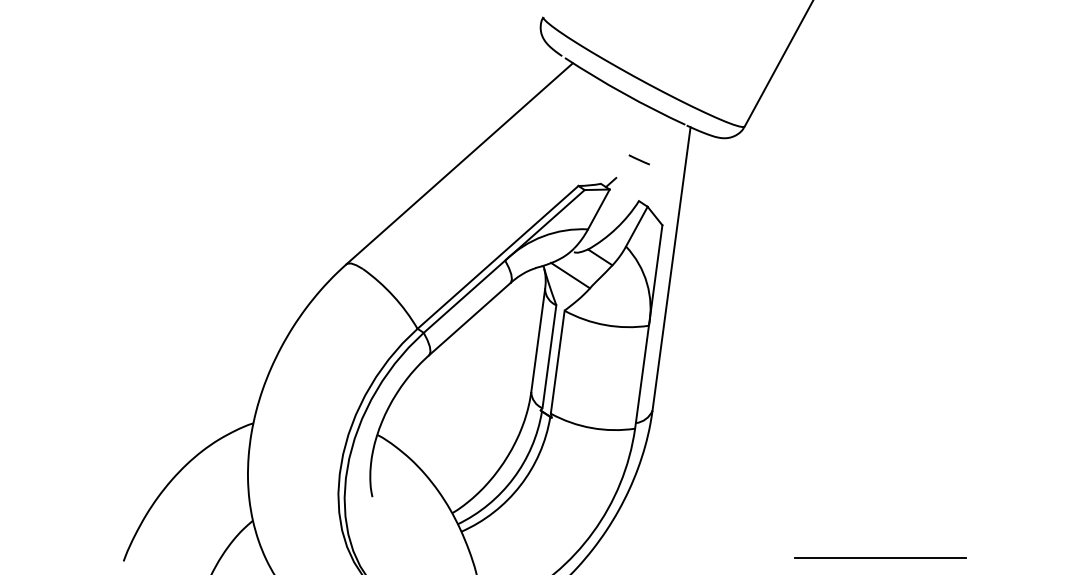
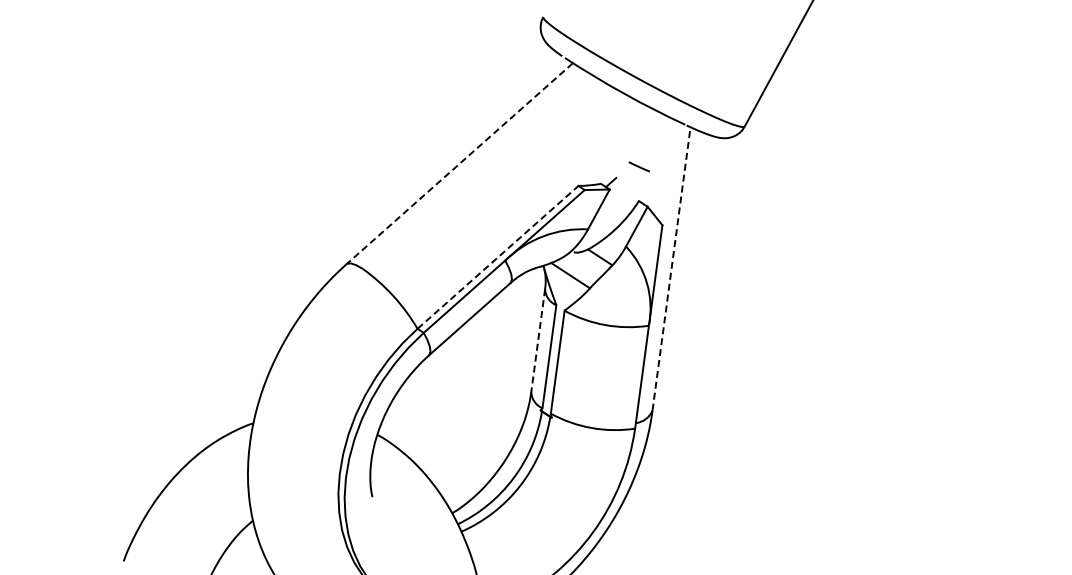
line at (638, 159) position: (638, 159) -> (638, 166)
line at (459, 164): solid -> dashed
line at (498, 257): solid -> dashed
line at (671, 268): solid -> dashed
line at (538, 340): solid -> dashed
line at (880, 557): present -> none
